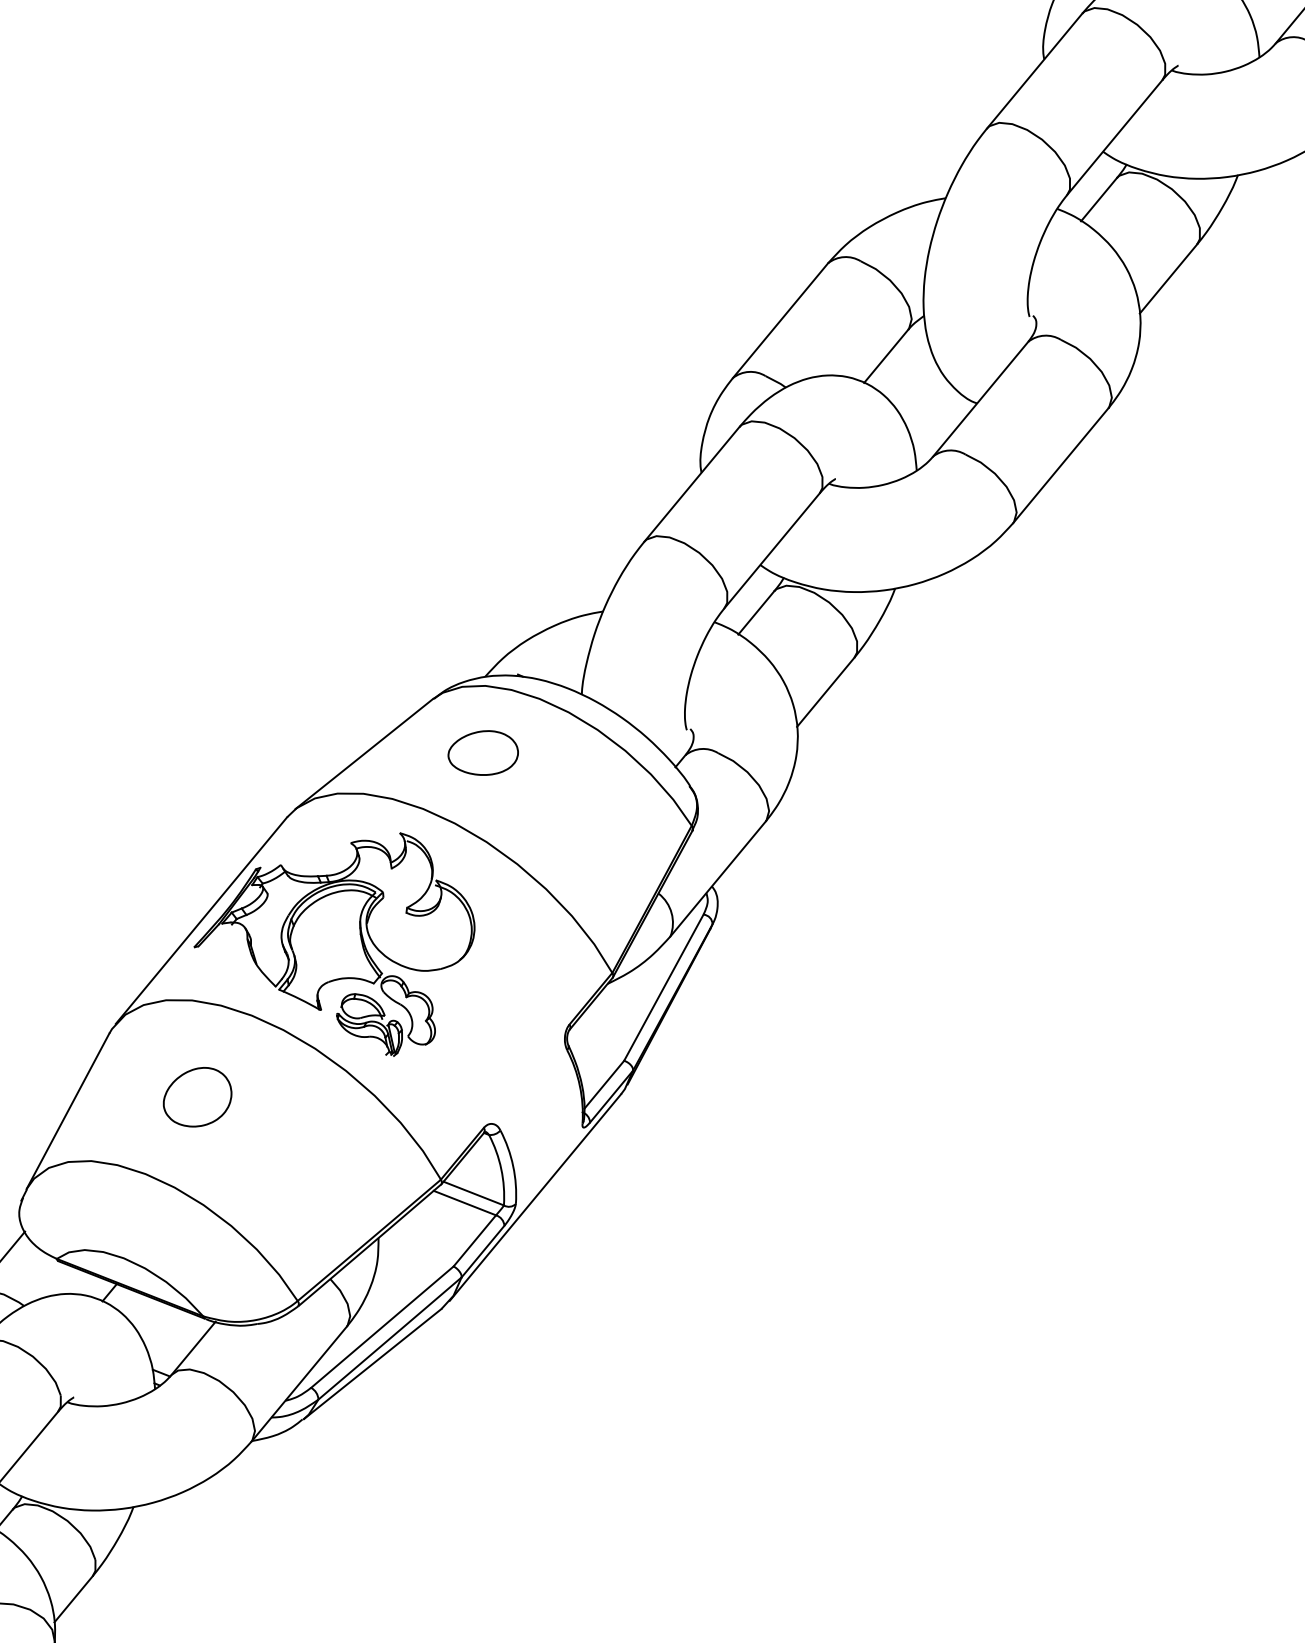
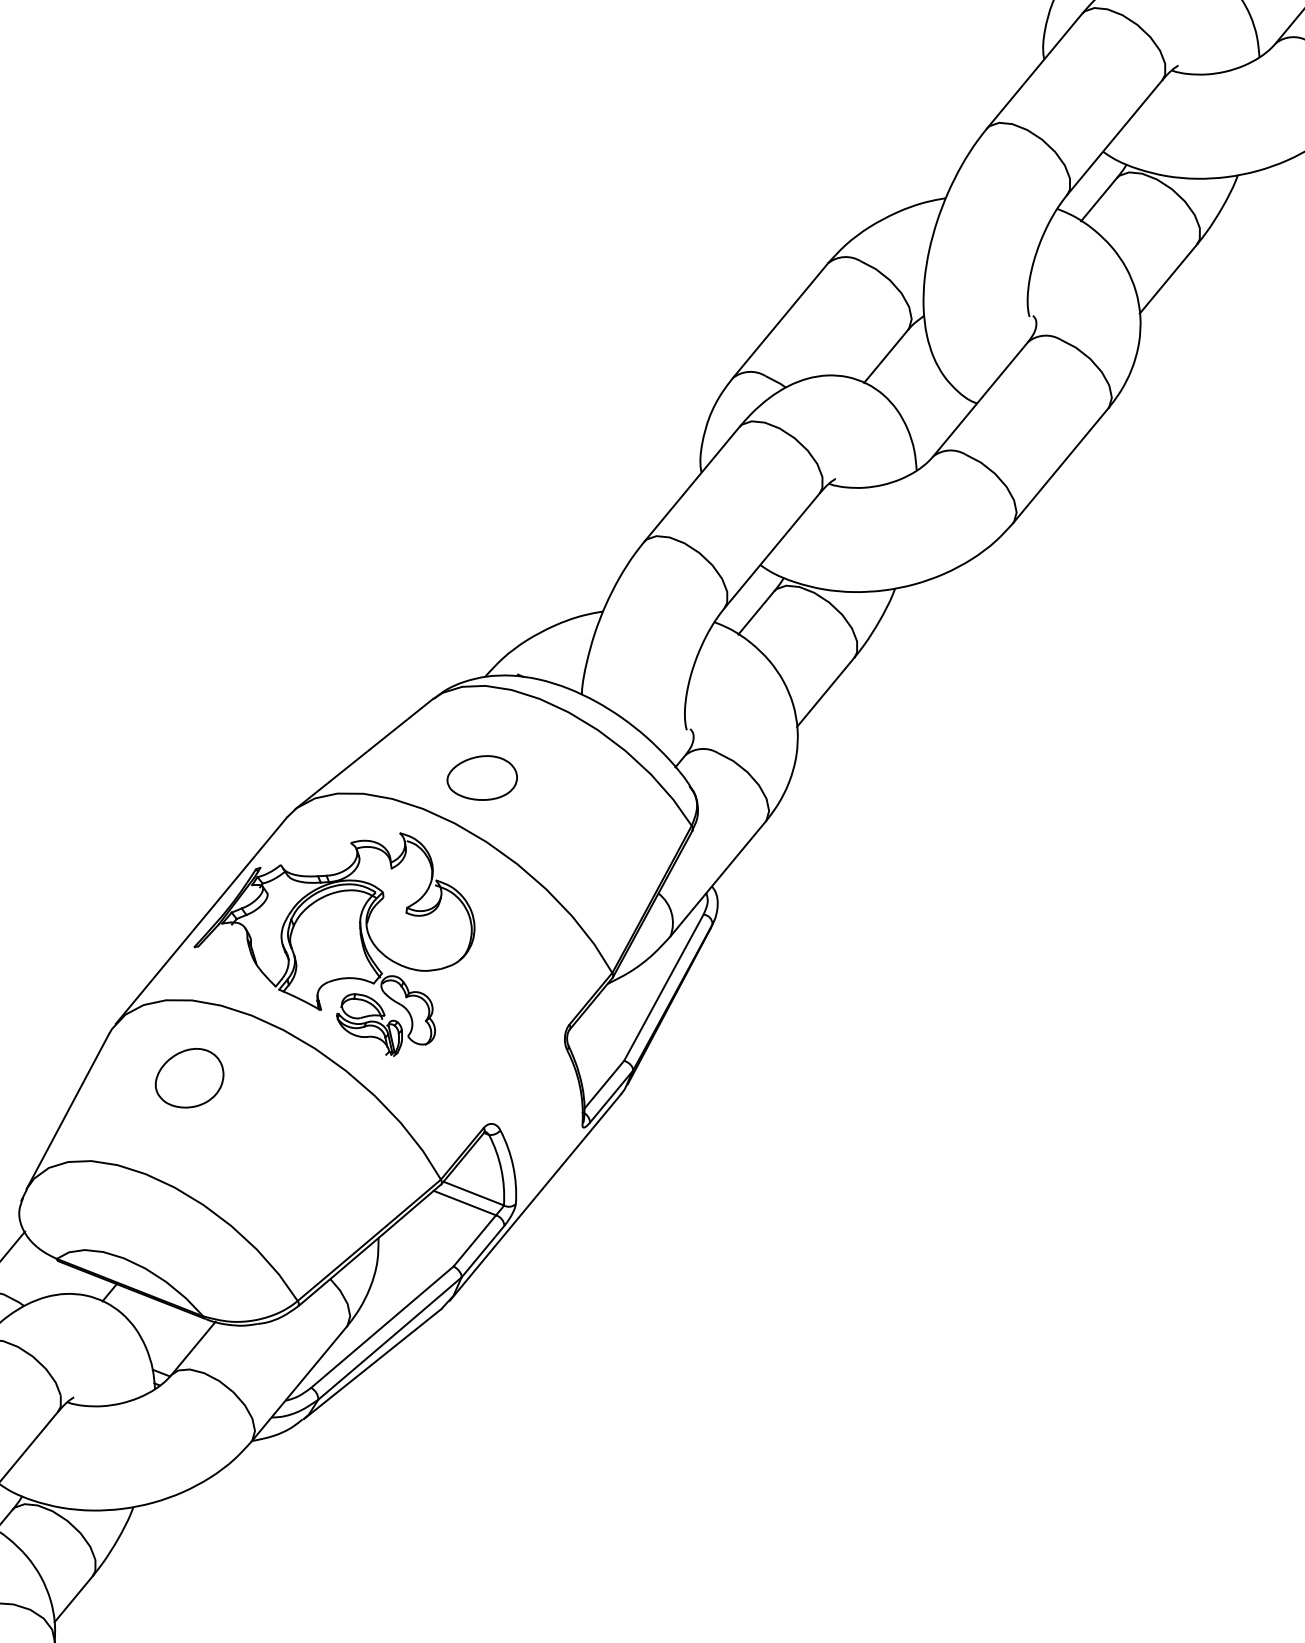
part at (482, 752) position: (482, 752) -> (481, 777)
part at (197, 1097) position: (197, 1097) -> (189, 1078)
